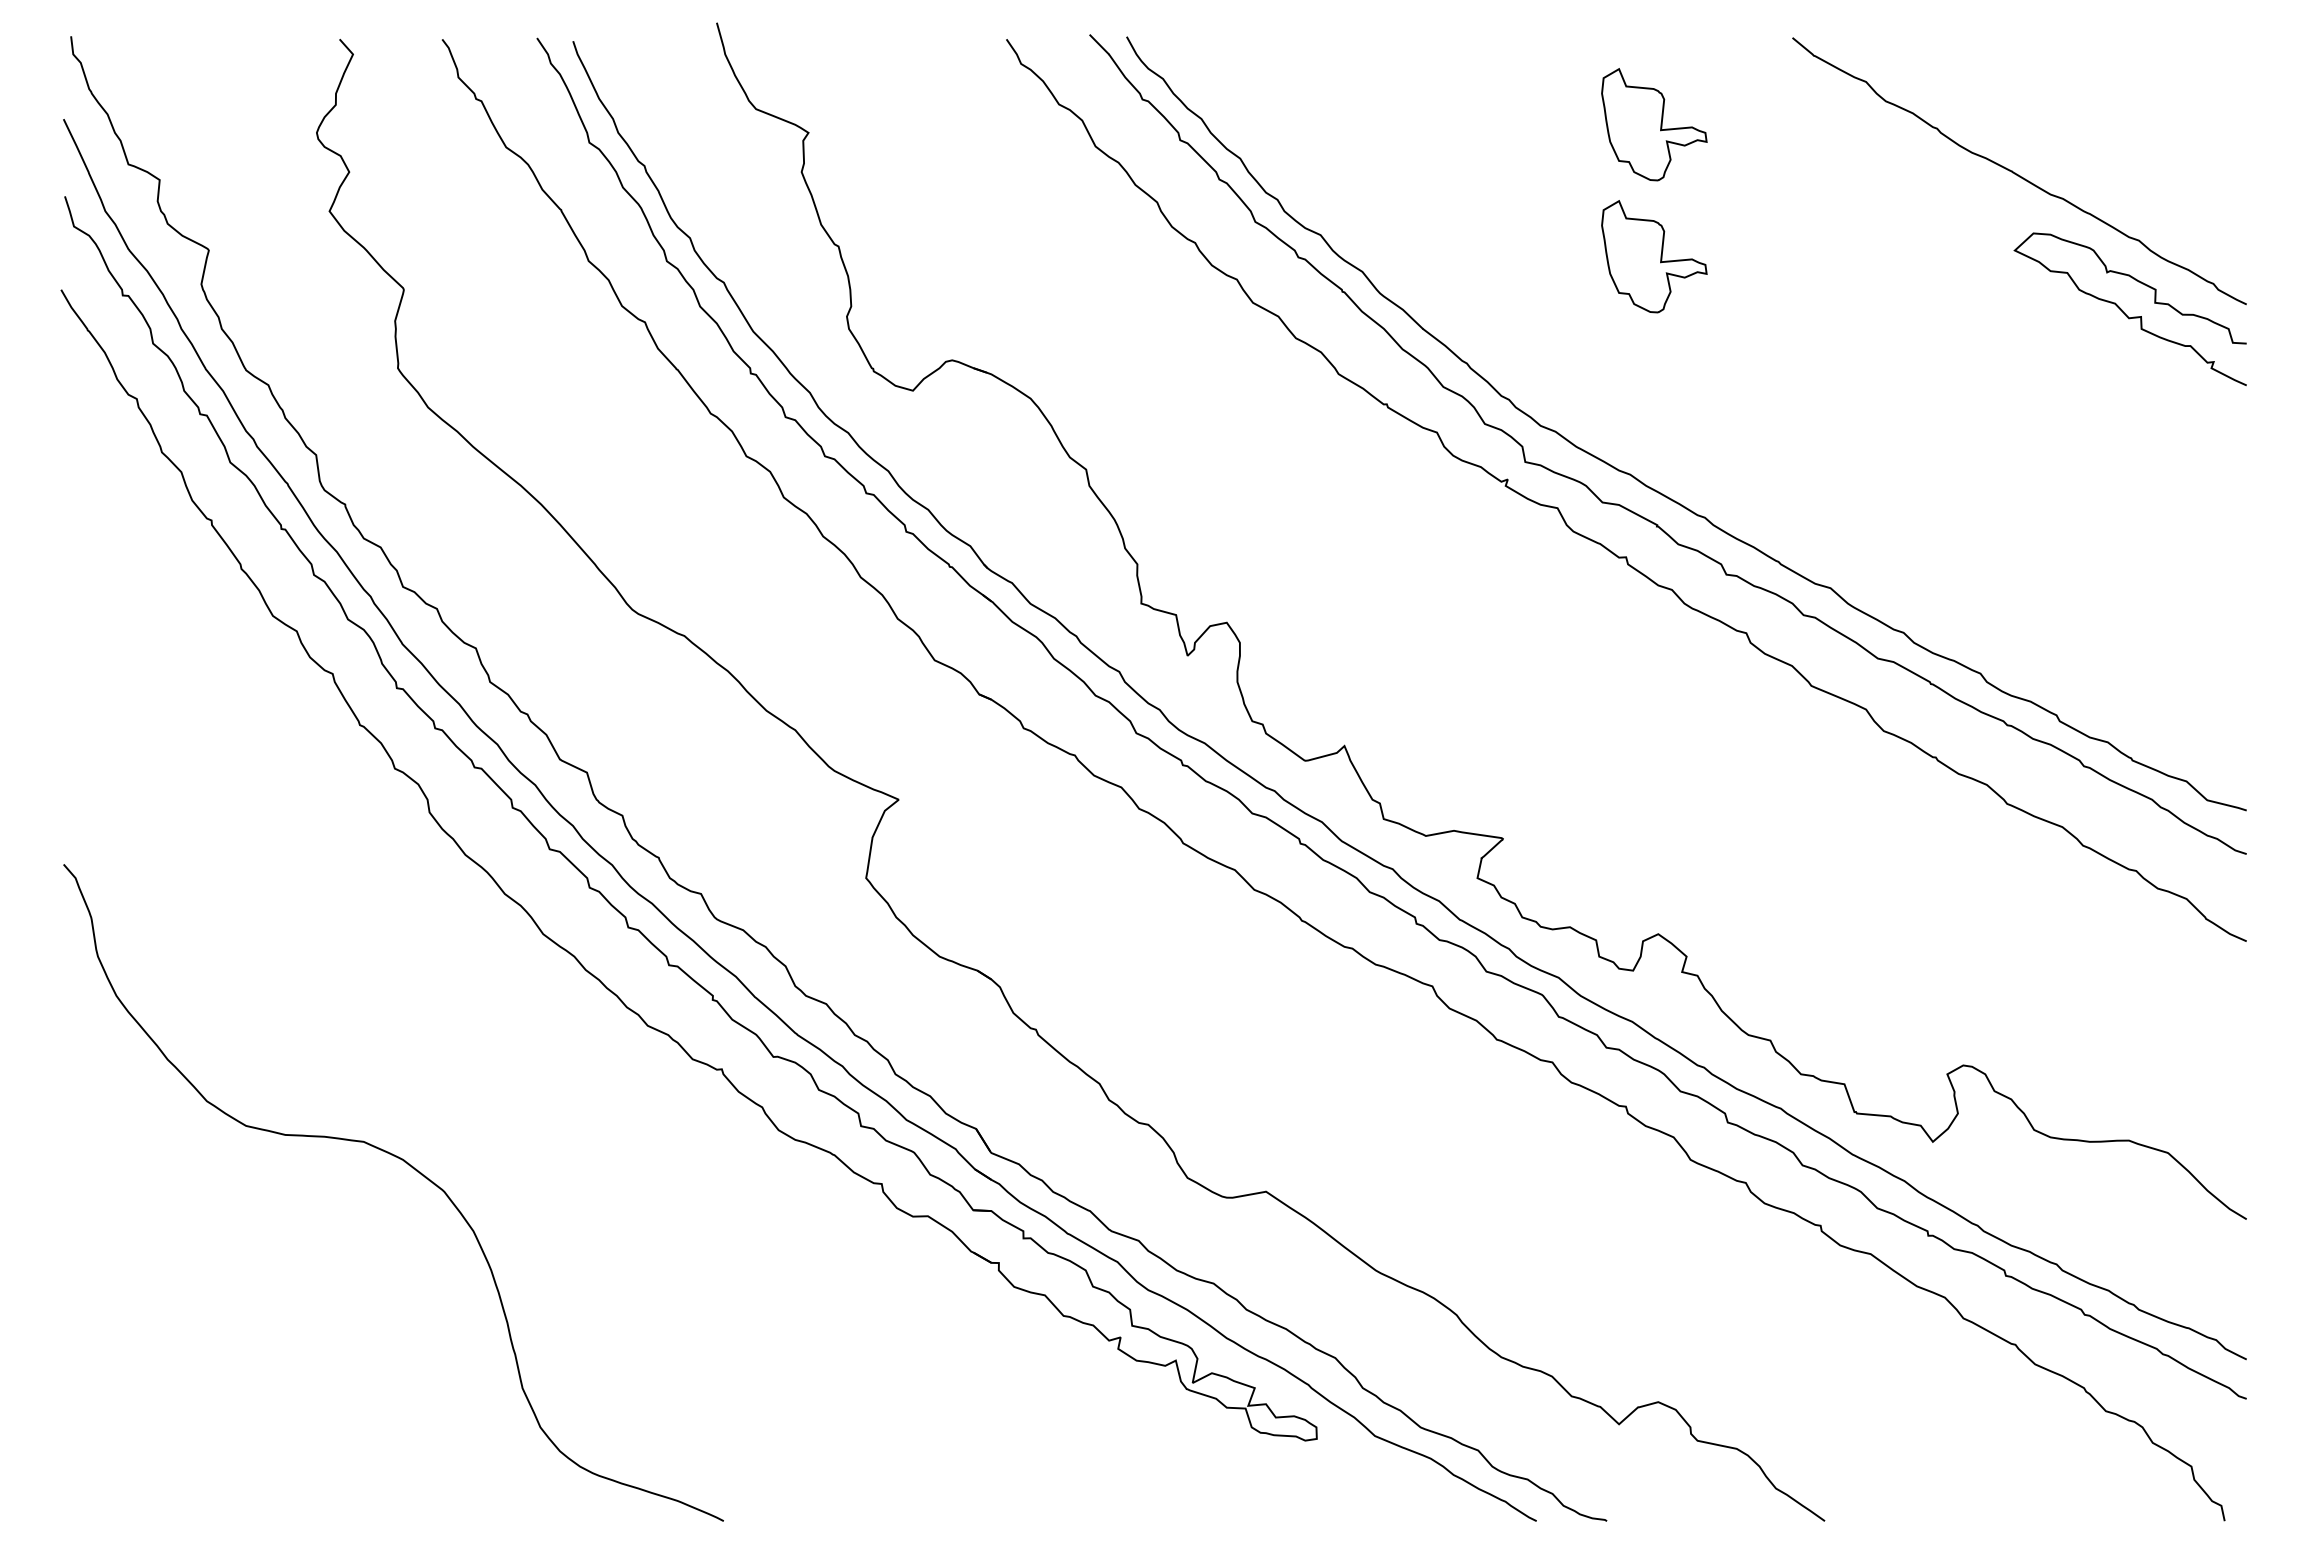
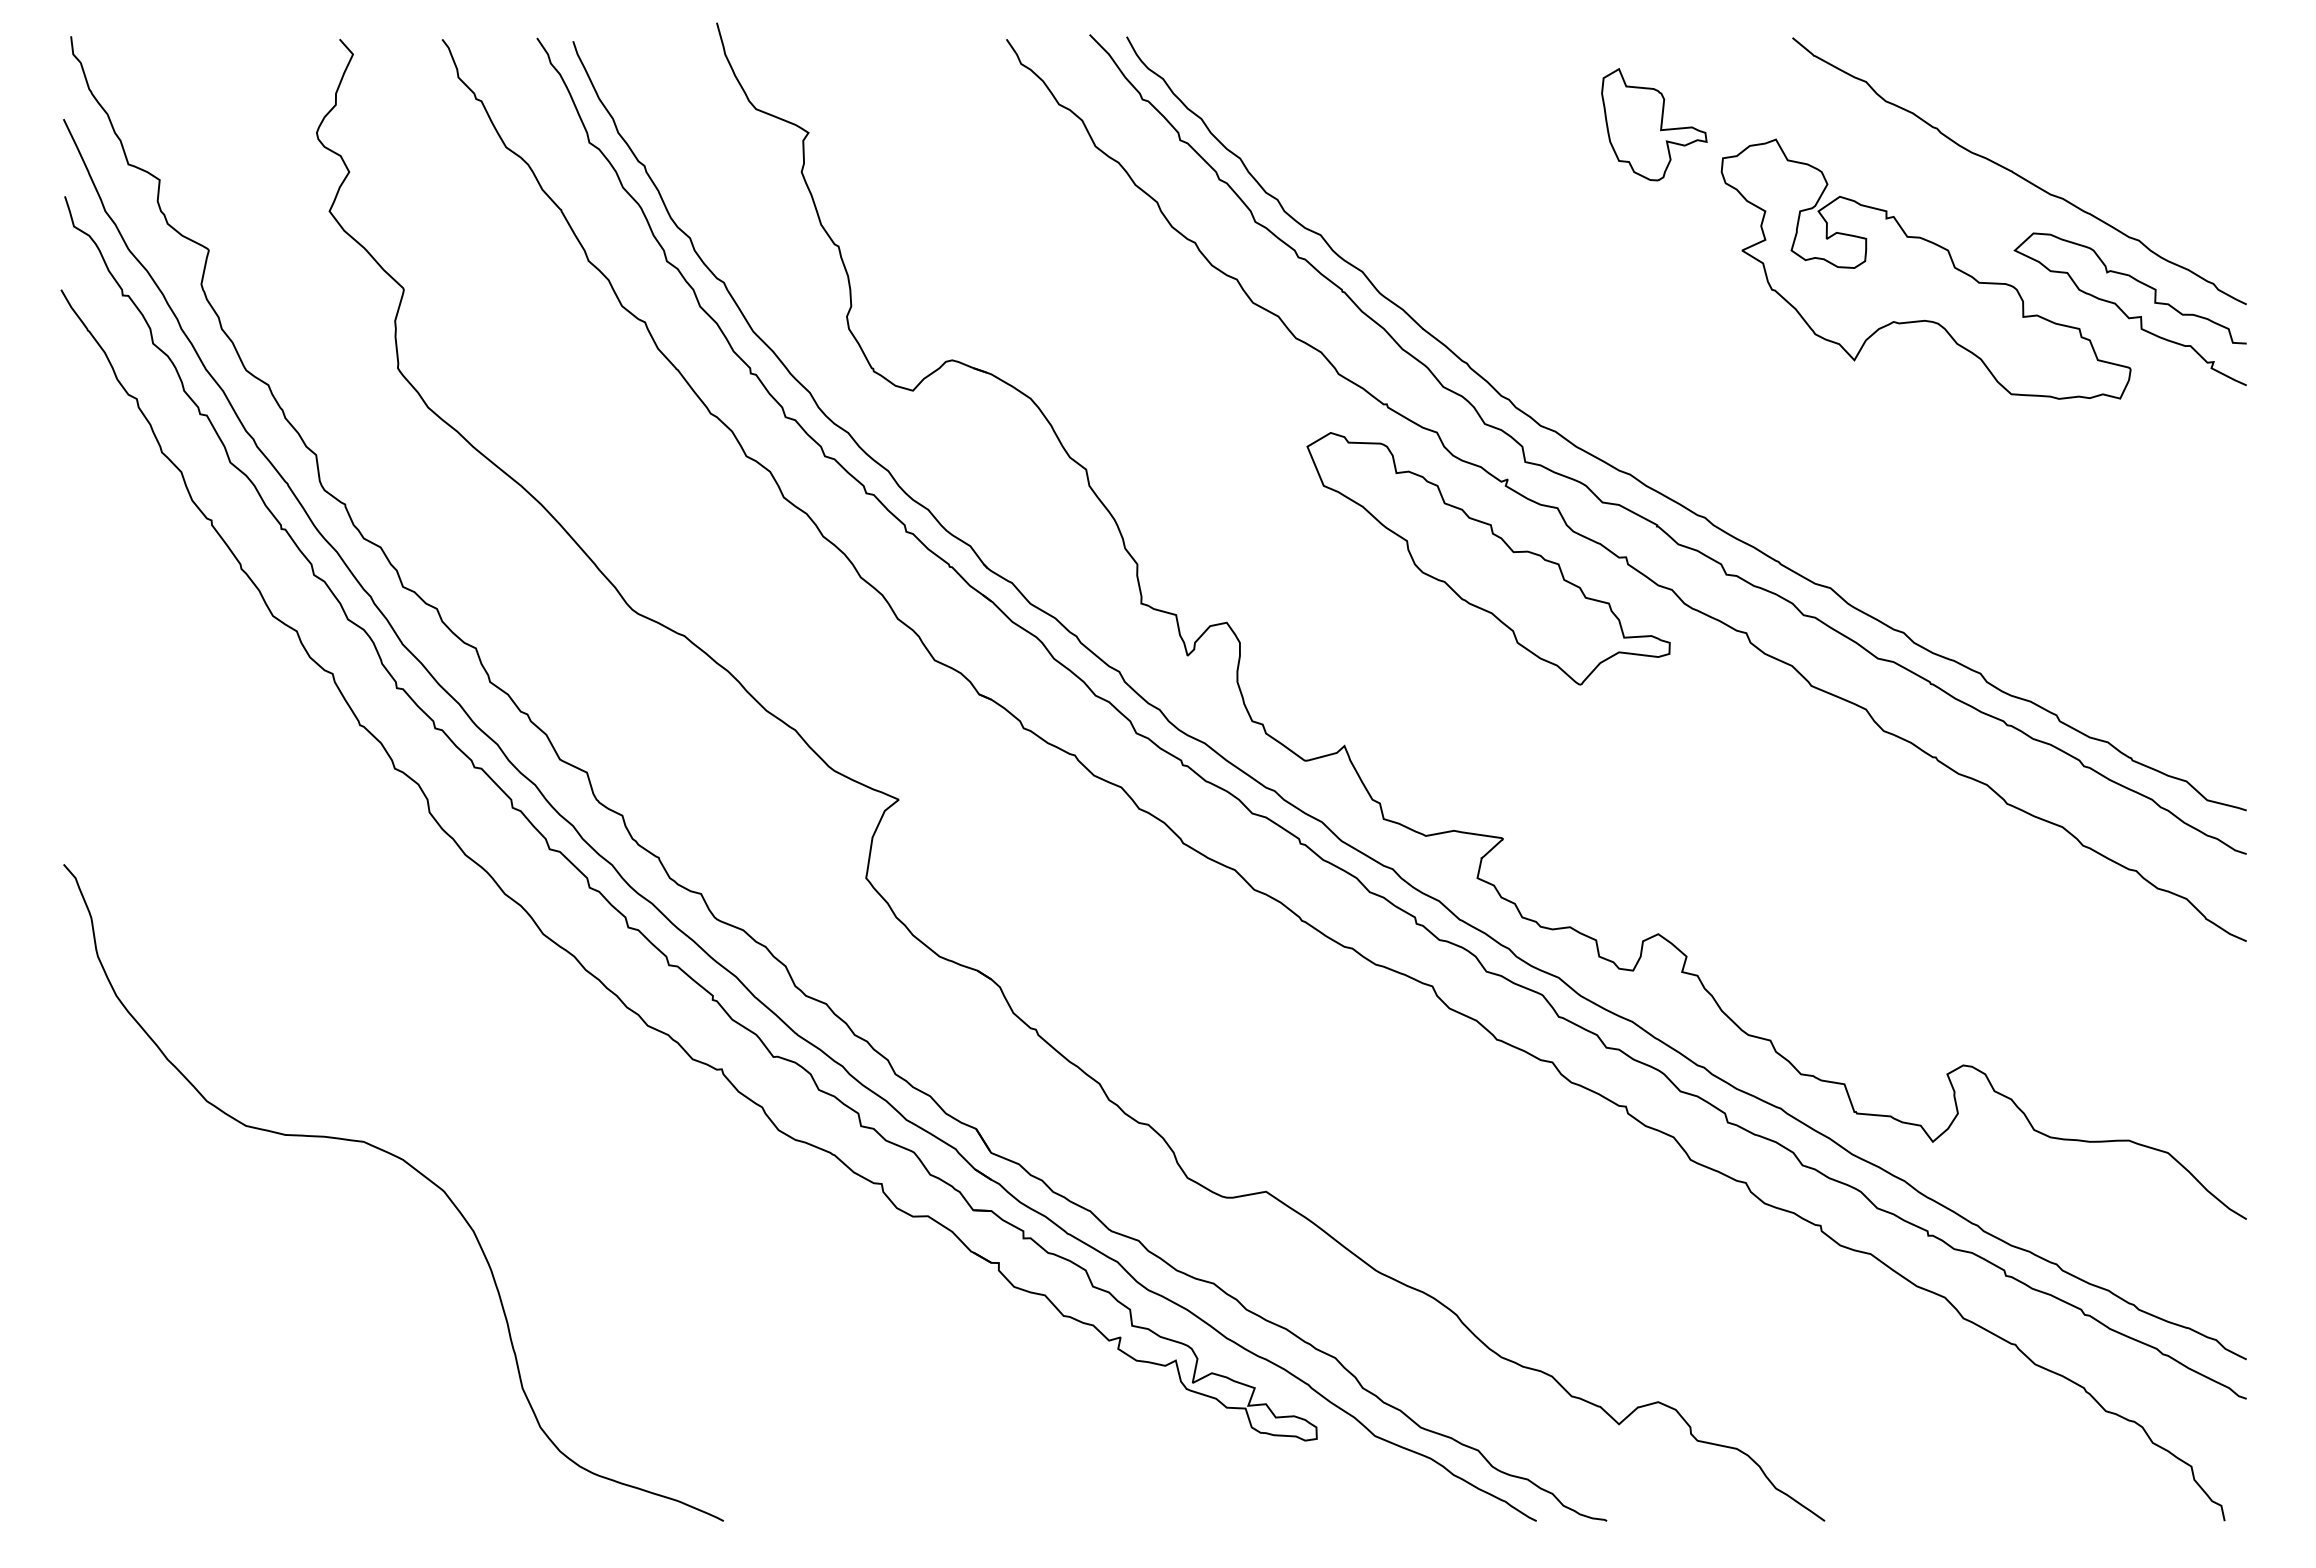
part at (1654, 256): present -> none
part at (1925, 268): none -> present
part at (1488, 558): none -> present
